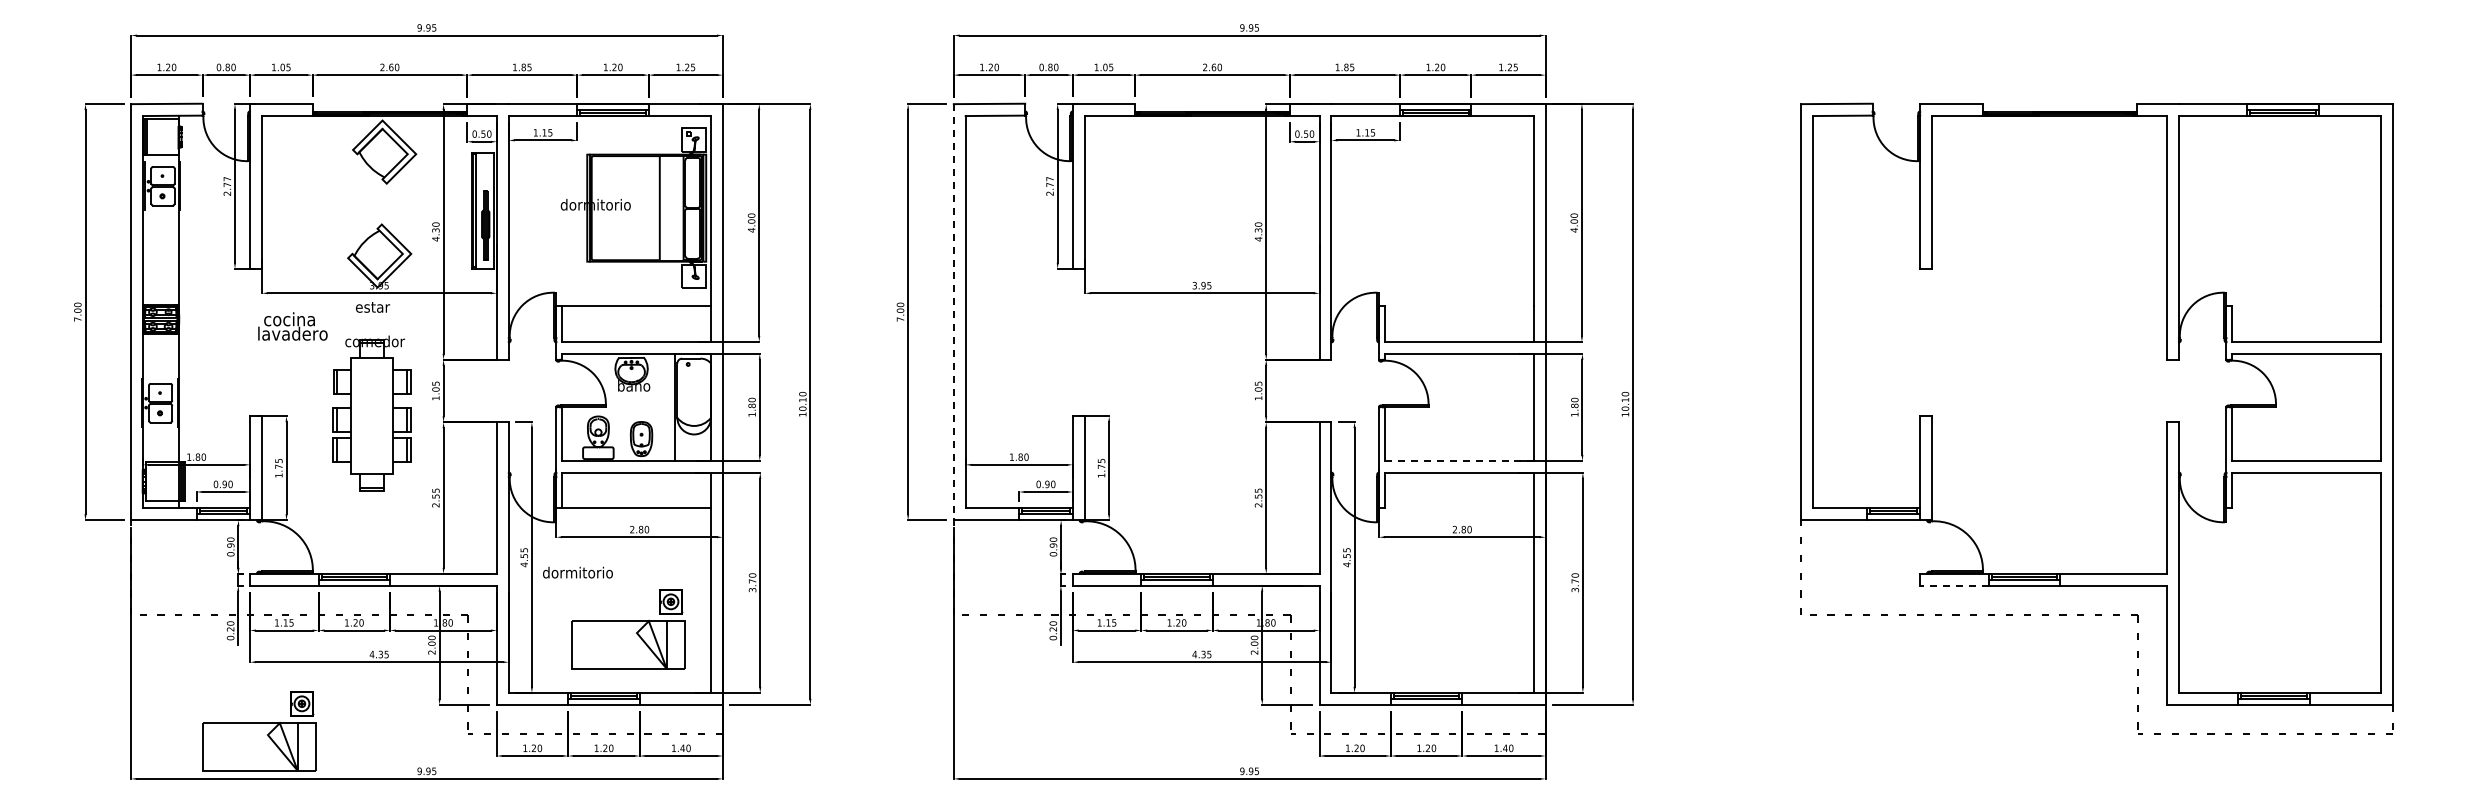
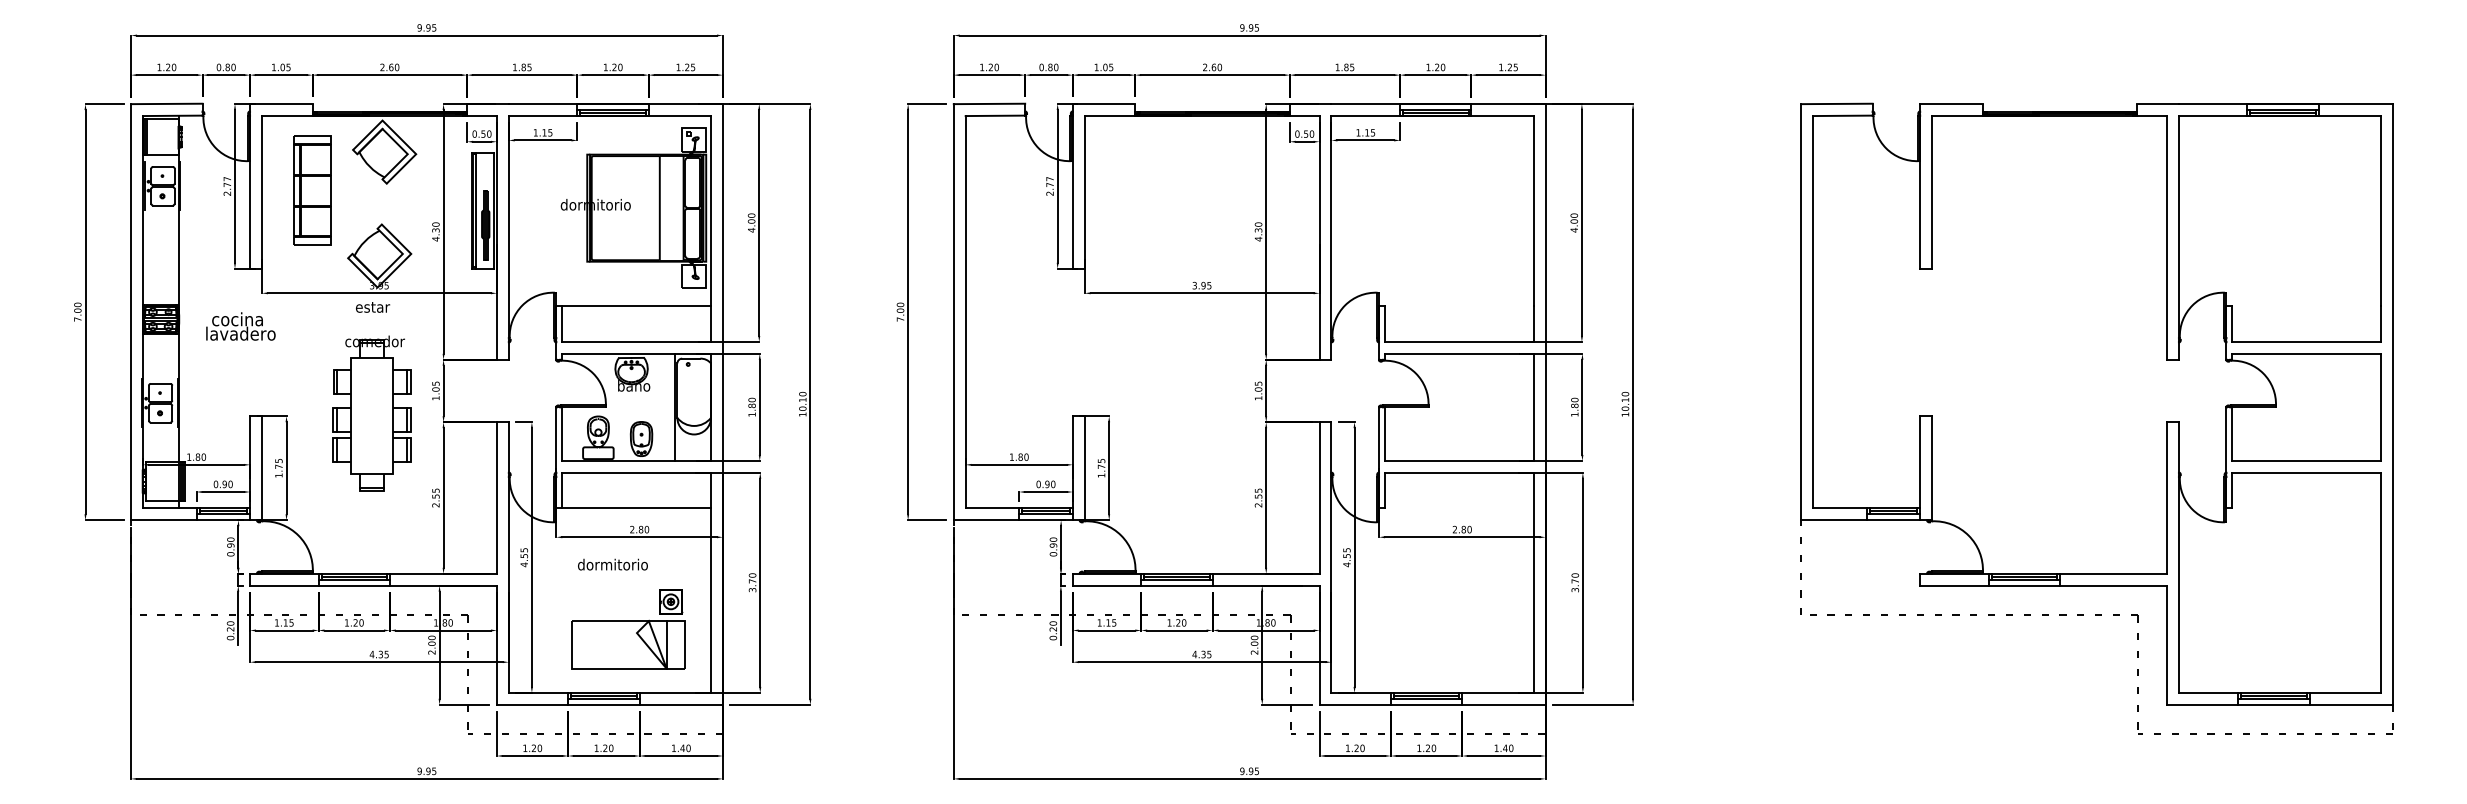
part at (312, 190): none -> present
line at (953, 312): dashed -> solid
text at (292, 326) position: (292, 326) -> (240, 326)
line at (1459, 460): dashed -> solid
text at (577, 572) position: (577, 572) -> (612, 564)
line at (1953, 585): dashed -> solid
part at (259, 731): present -> none
